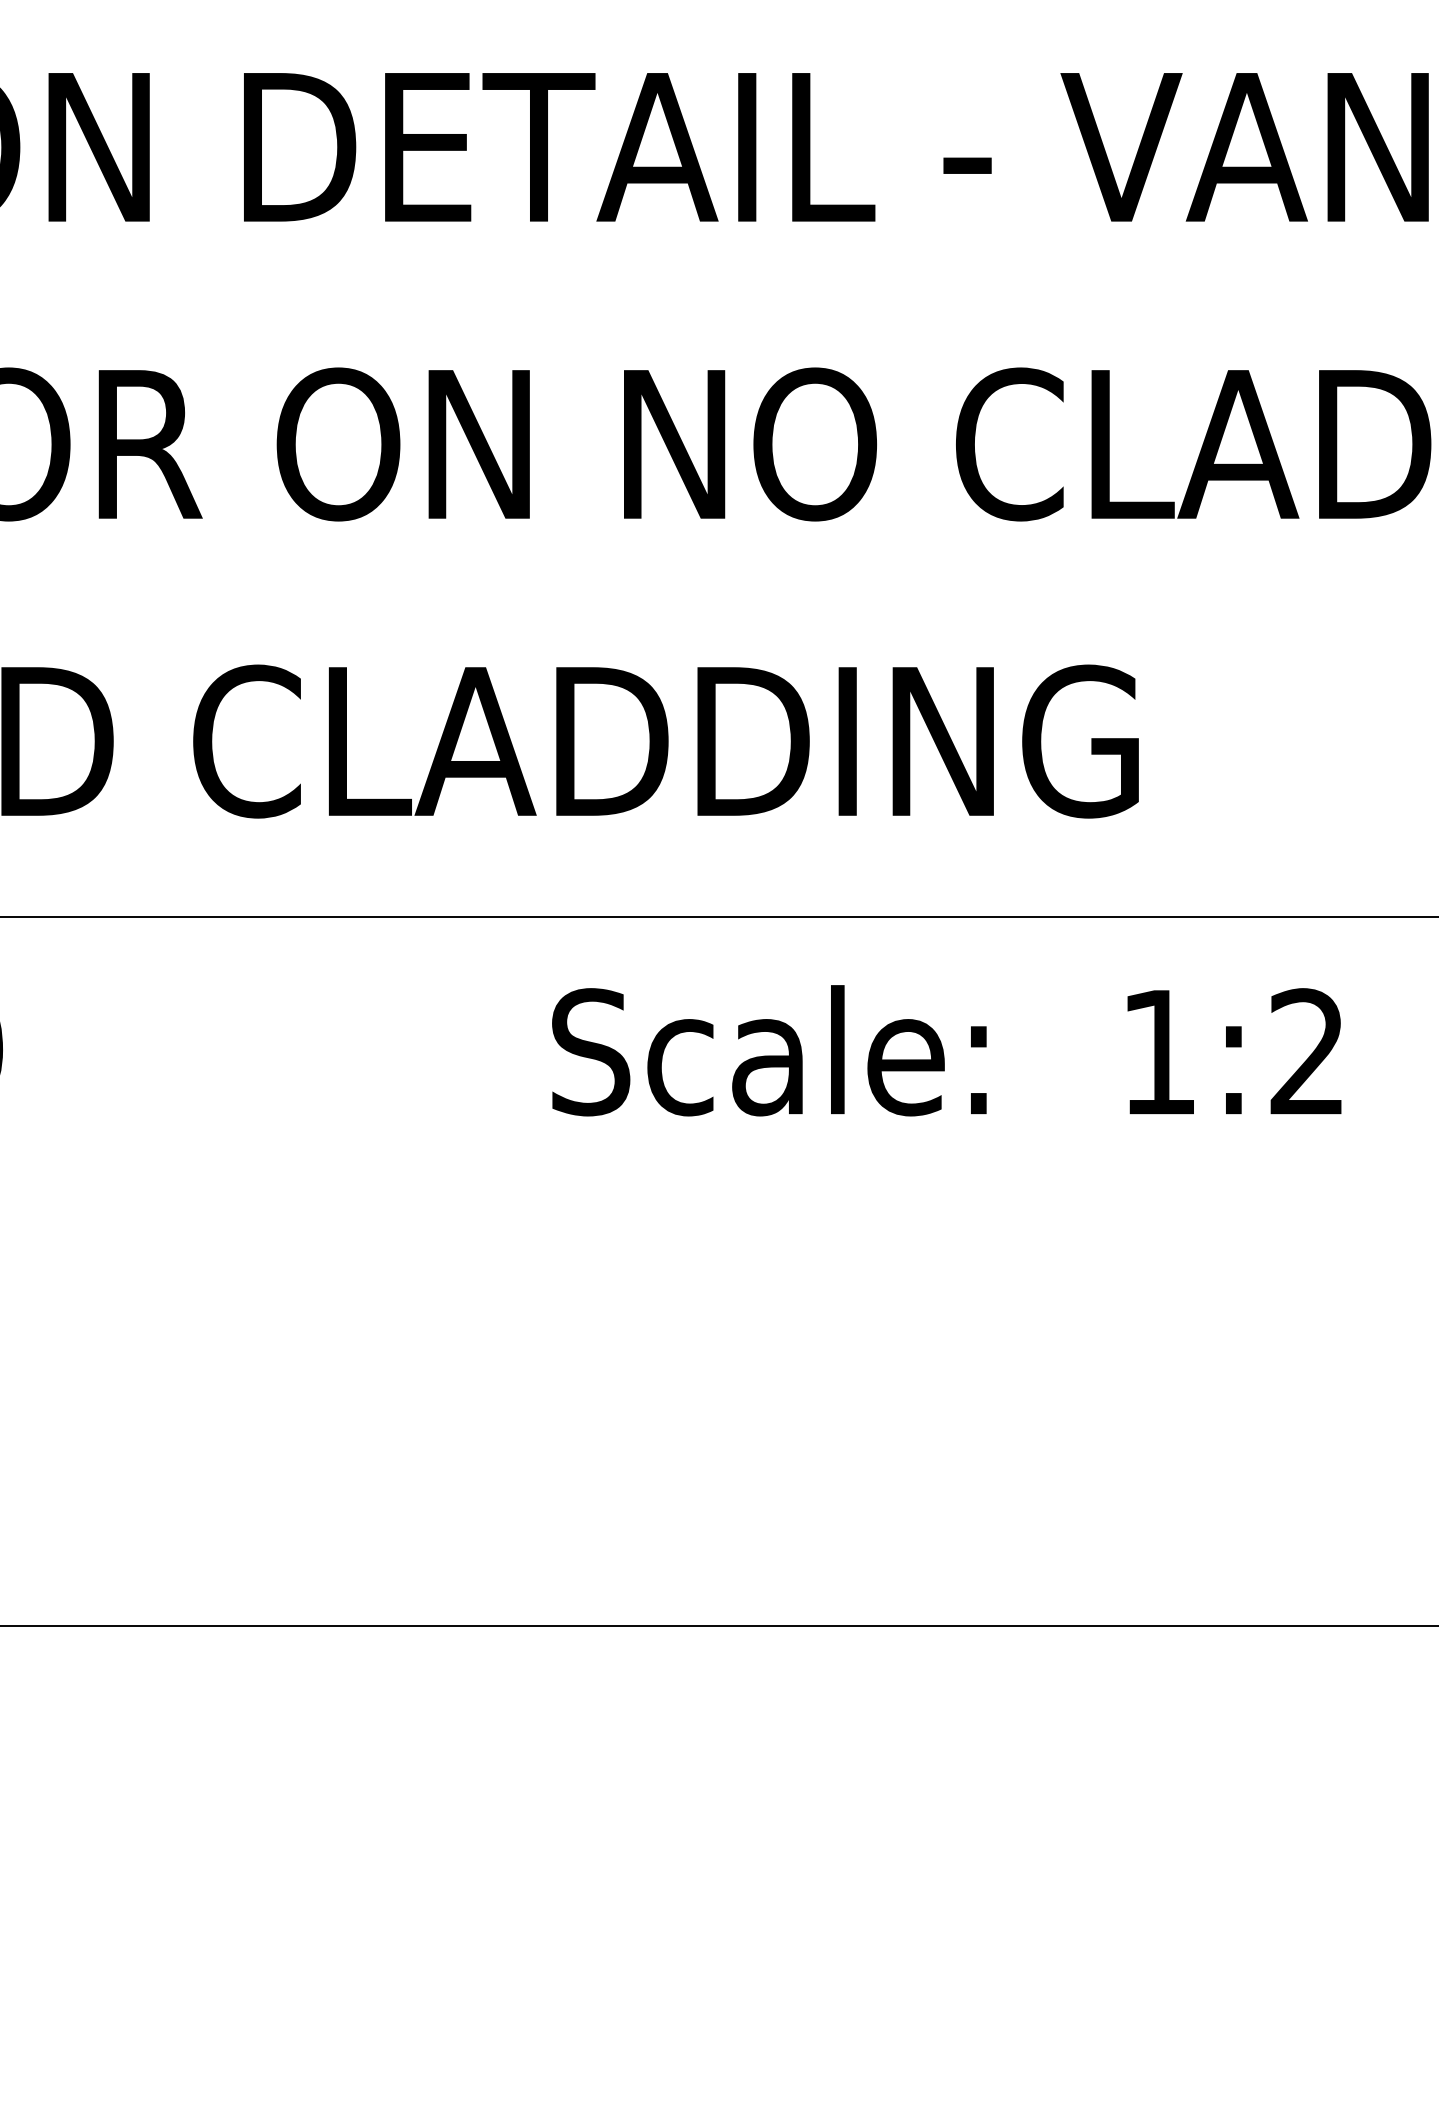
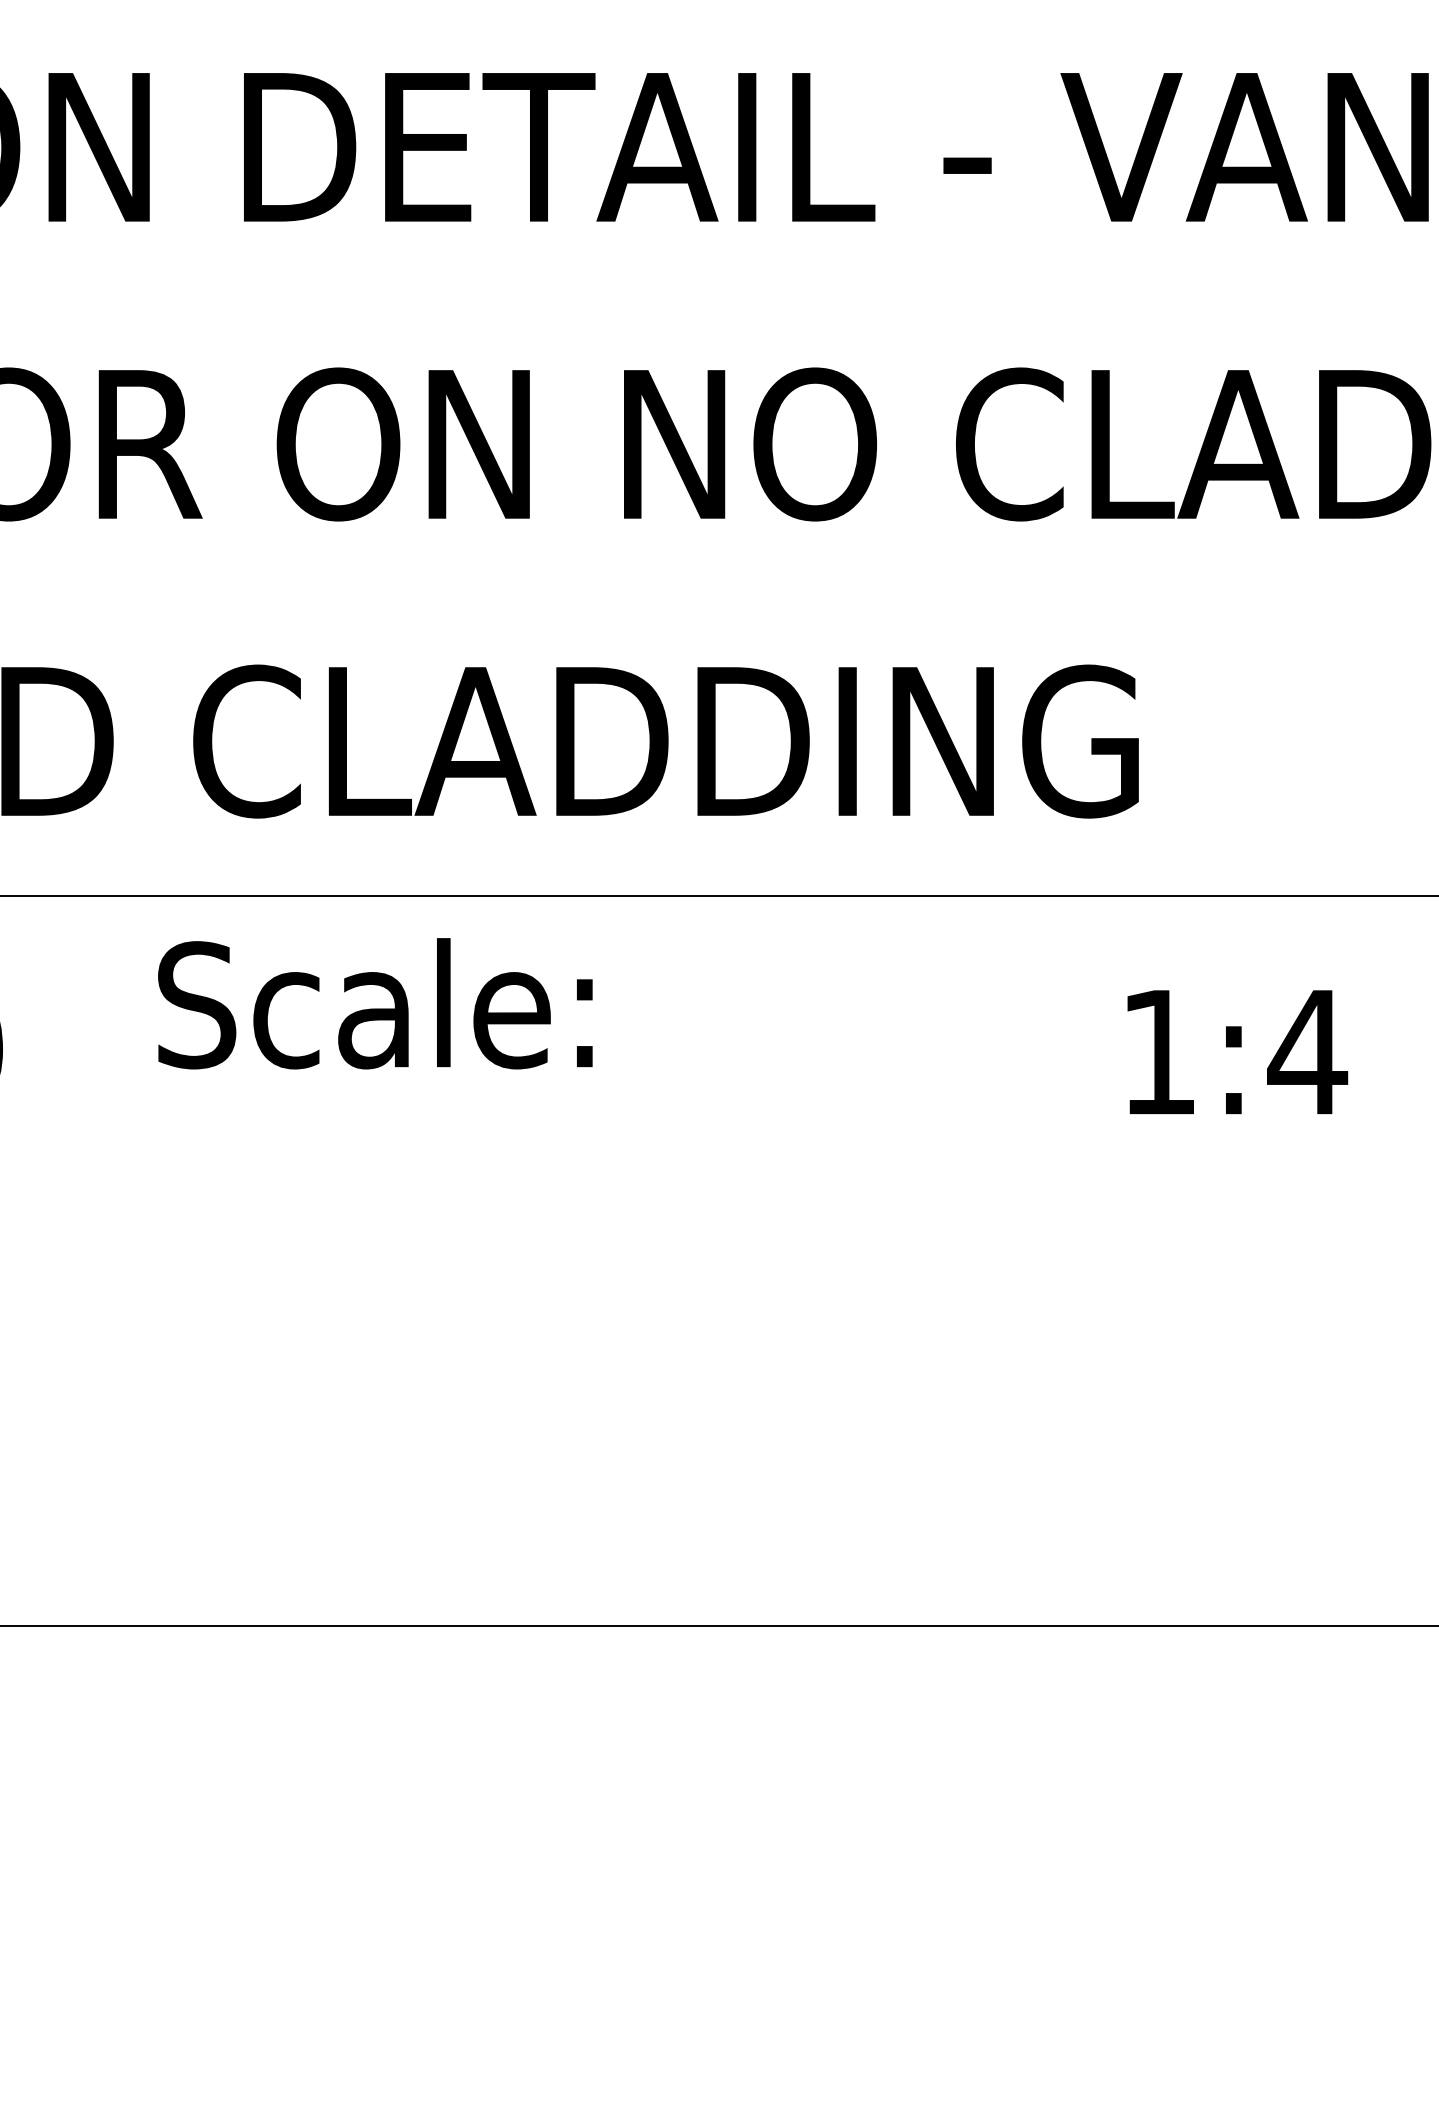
line at (718, 916) position: (718, 916) -> (718, 895)
text at (769, 1050) position: (769, 1050) -> (375, 1003)
text at (1307, 1051): 1:2 -> 1:4
